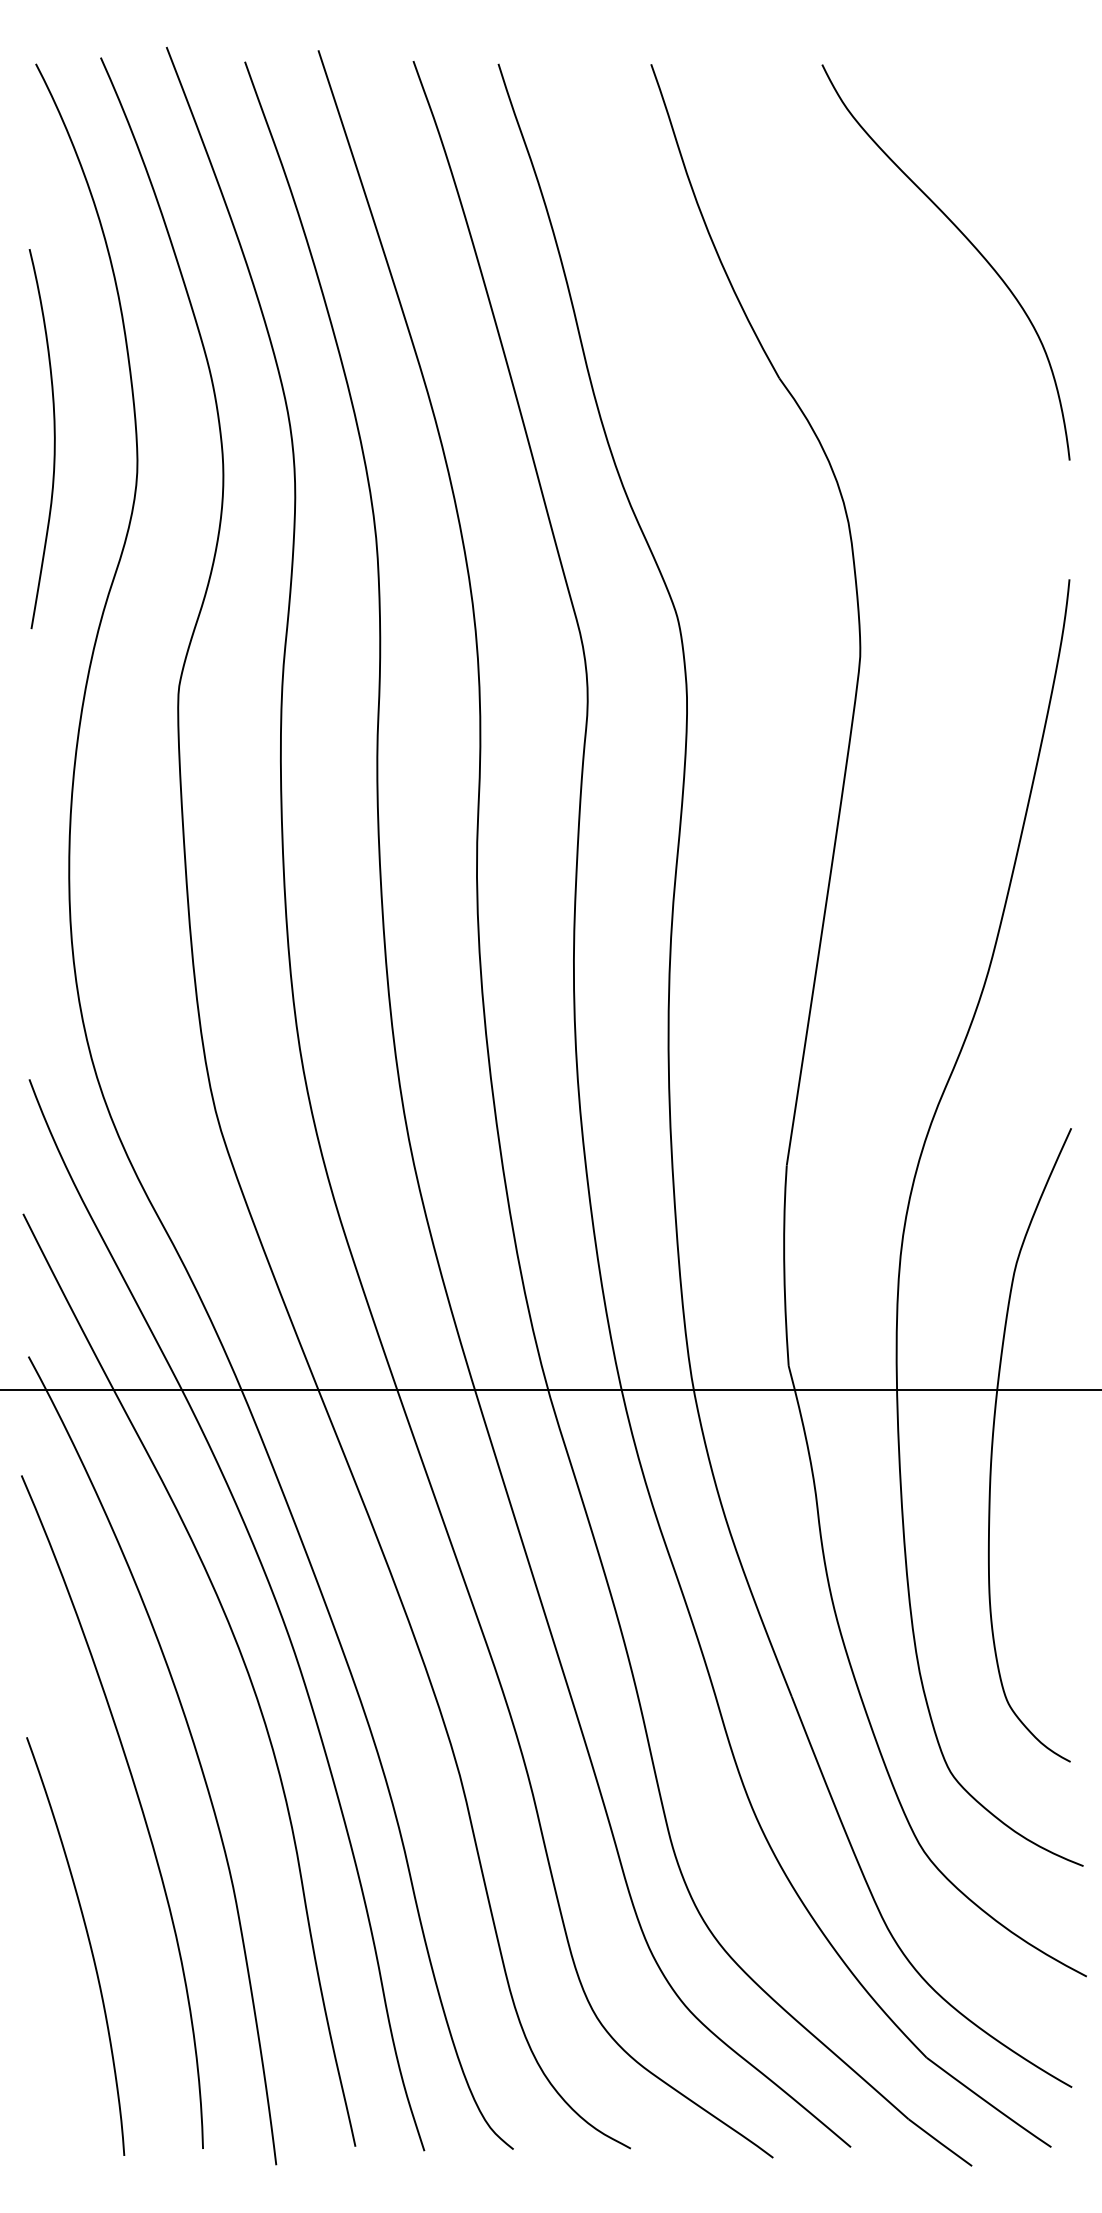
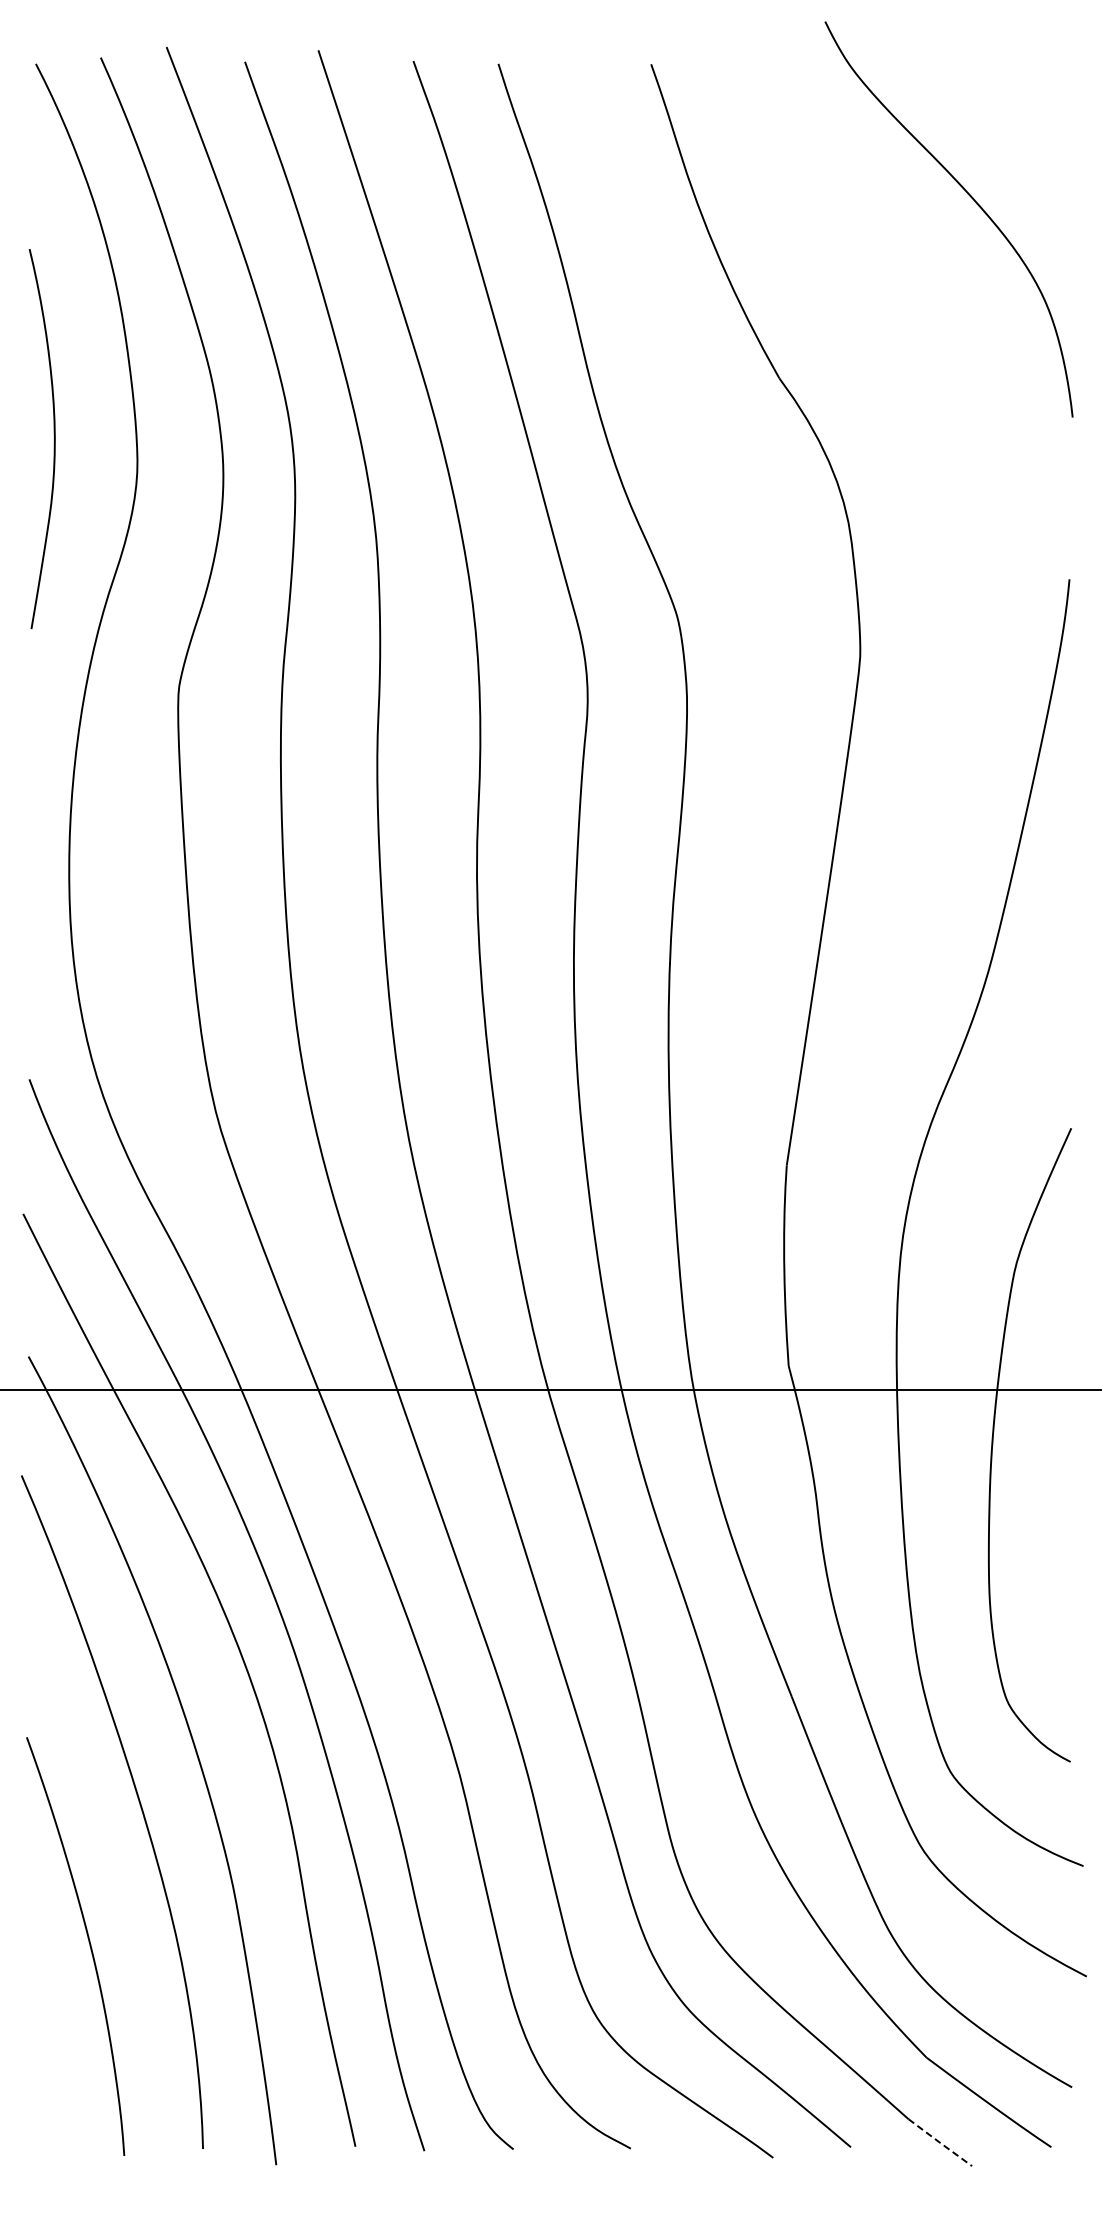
curve at (967, 240) position: (967, 240) -> (970, 197)
line at (941, 2143): solid -> dashed
